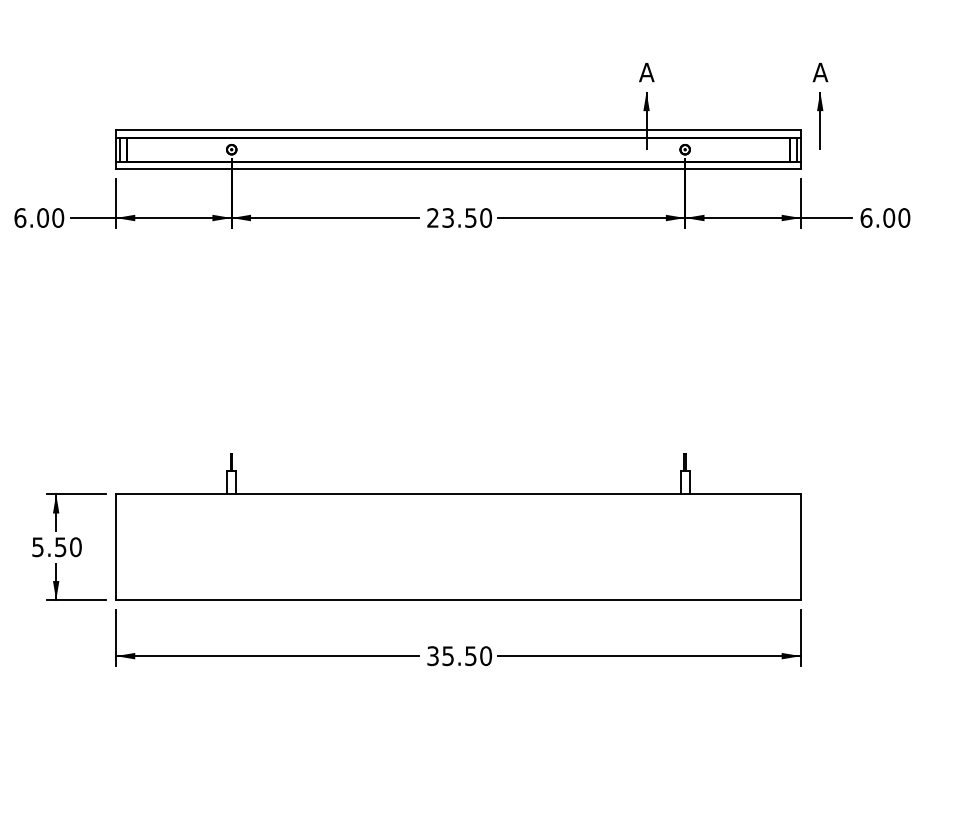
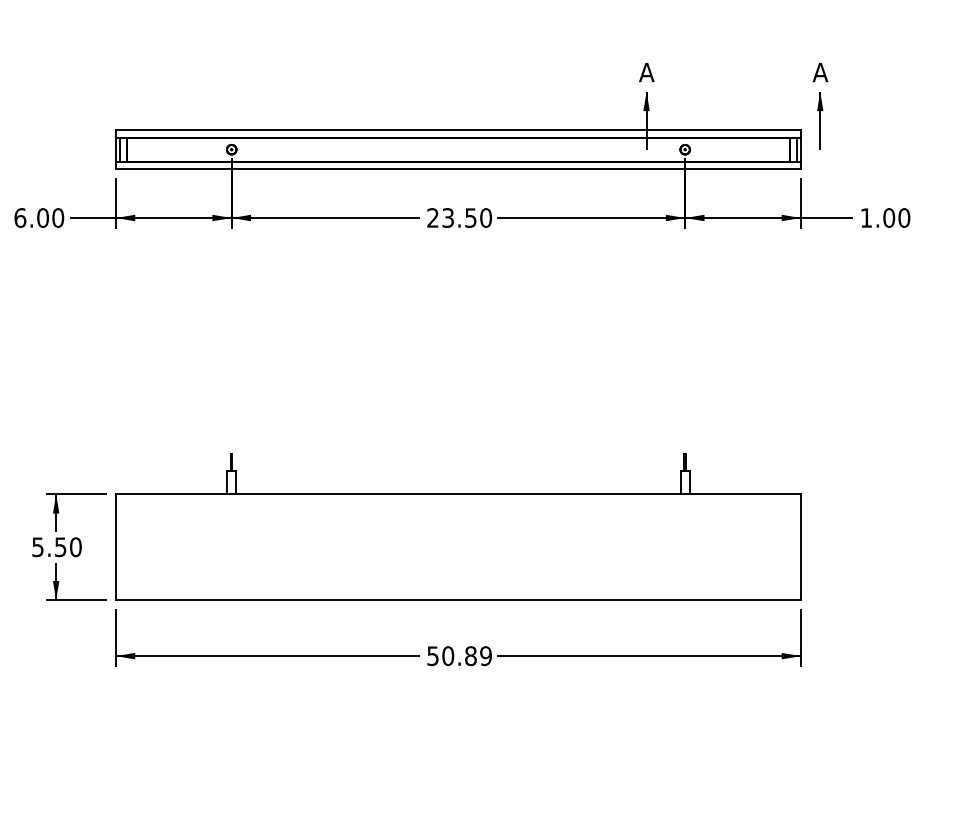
text at (866, 217): 6.00 -> 1.00
text at (459, 656): 35.50 -> 50.89
